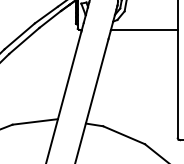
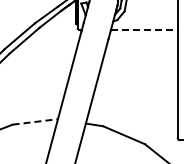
line at (144, 29): solid -> dashed
line at (35, 121): solid -> dashed
